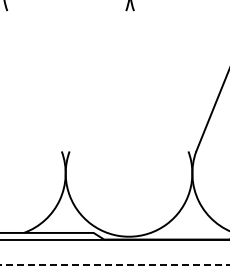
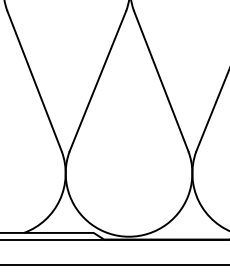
line at (34, 81): none -> present
line at (97, 81): none -> present
line at (161, 81): none -> present
line at (114, 265): dashed -> solid
